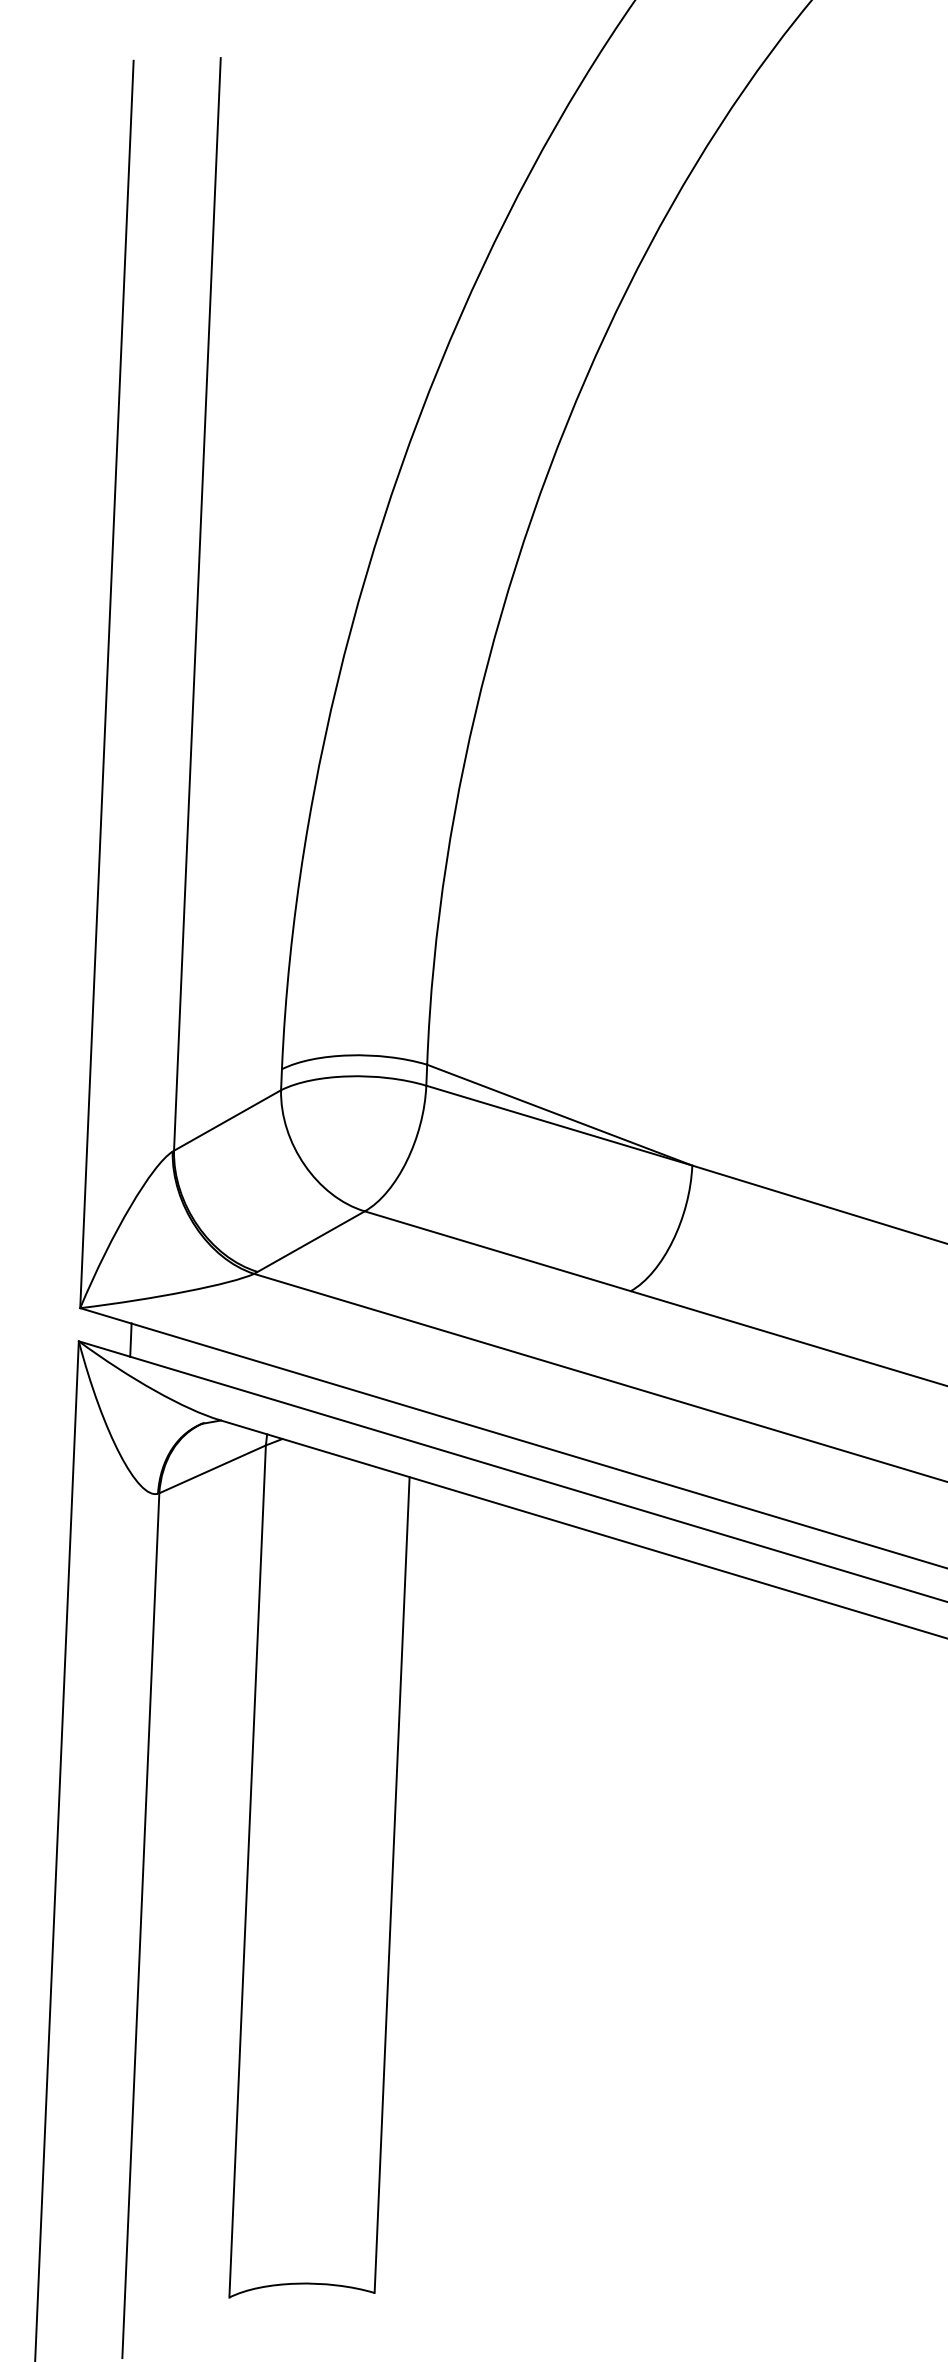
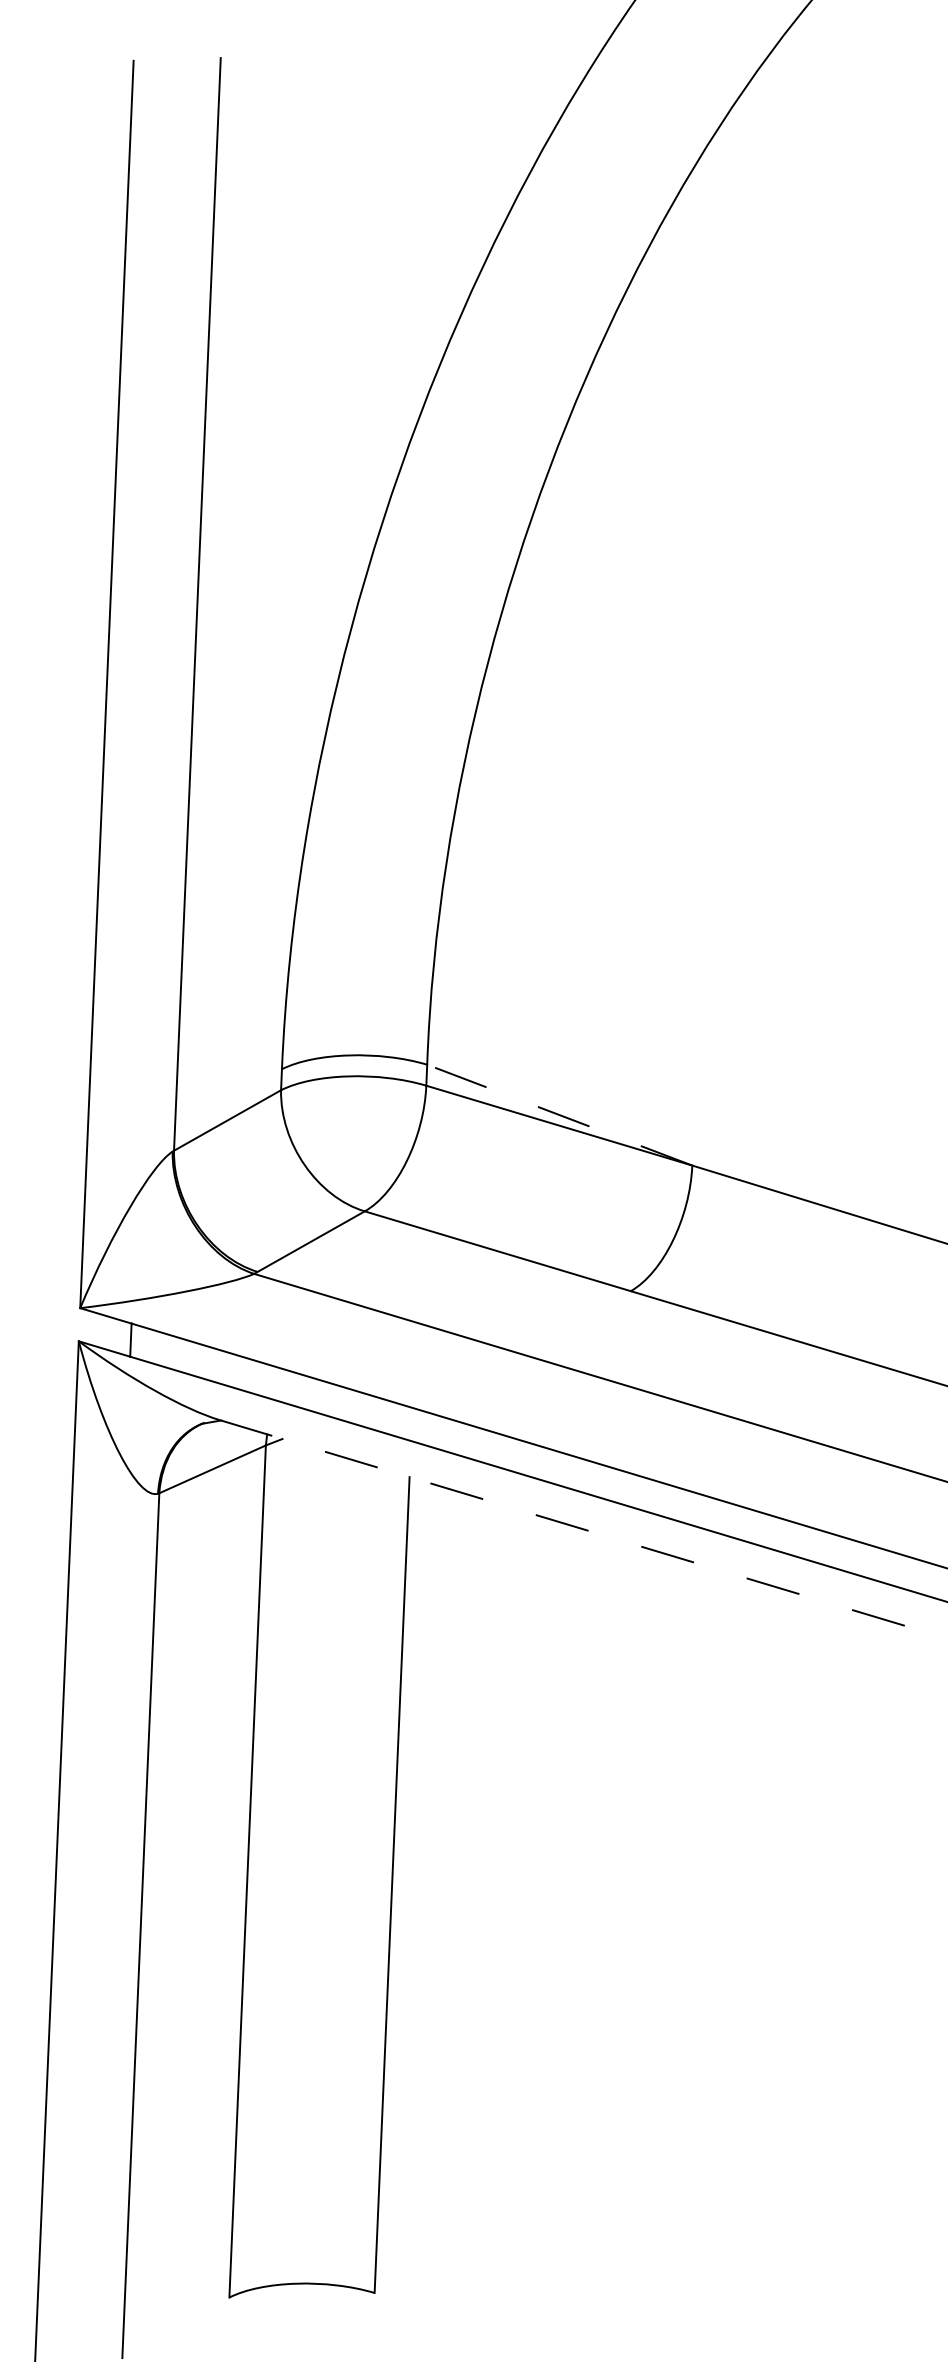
line at (559, 1115): solid -> dashed
line at (583, 1529): solid -> dashed
